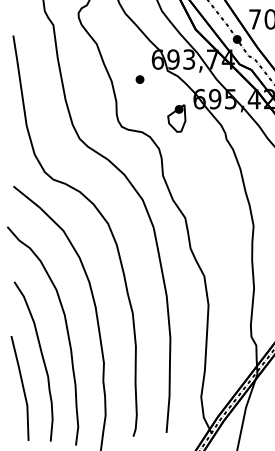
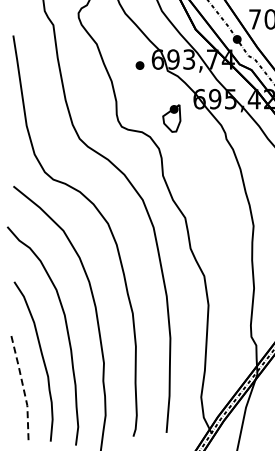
part at (139, 79) position: (139, 79) -> (139, 65)
part at (176, 118) position: (176, 118) -> (171, 118)
line at (23, 388): solid -> dashed
